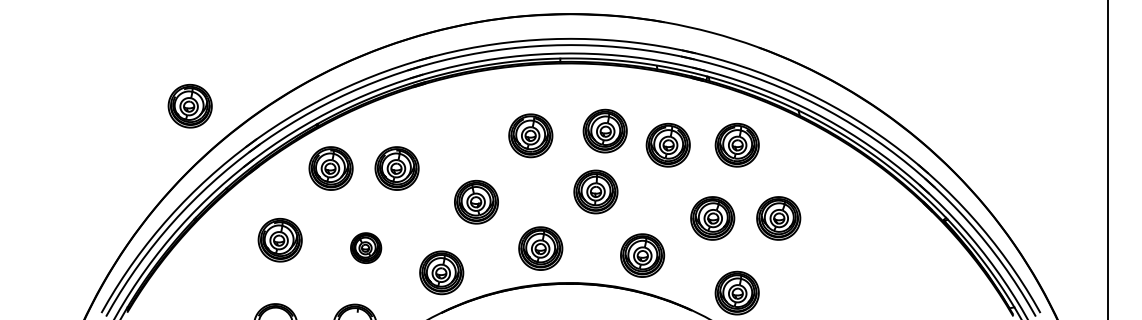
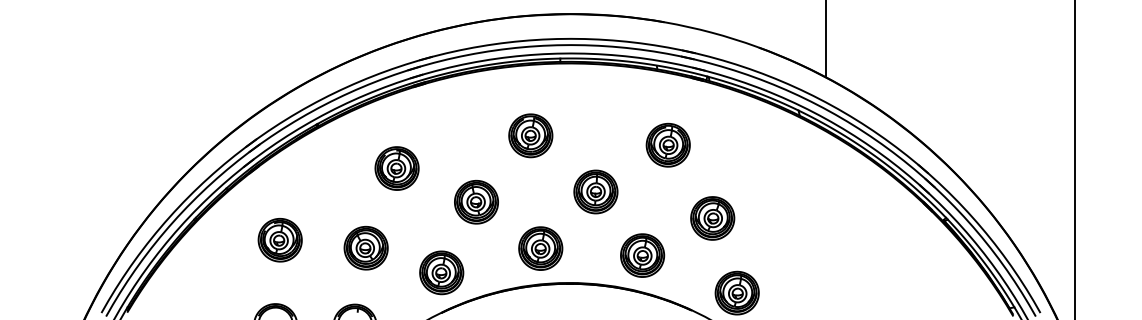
line at (825, 39): none -> present
part at (189, 106): present -> none
part at (604, 130): present -> none
part at (736, 144): present -> none
line at (1107, 159) position: (1107, 159) -> (1074, 159)
part at (330, 168): present -> none
part at (778, 218): present -> none
part at (366, 247) size: 33x32 px -> 46x46 px
